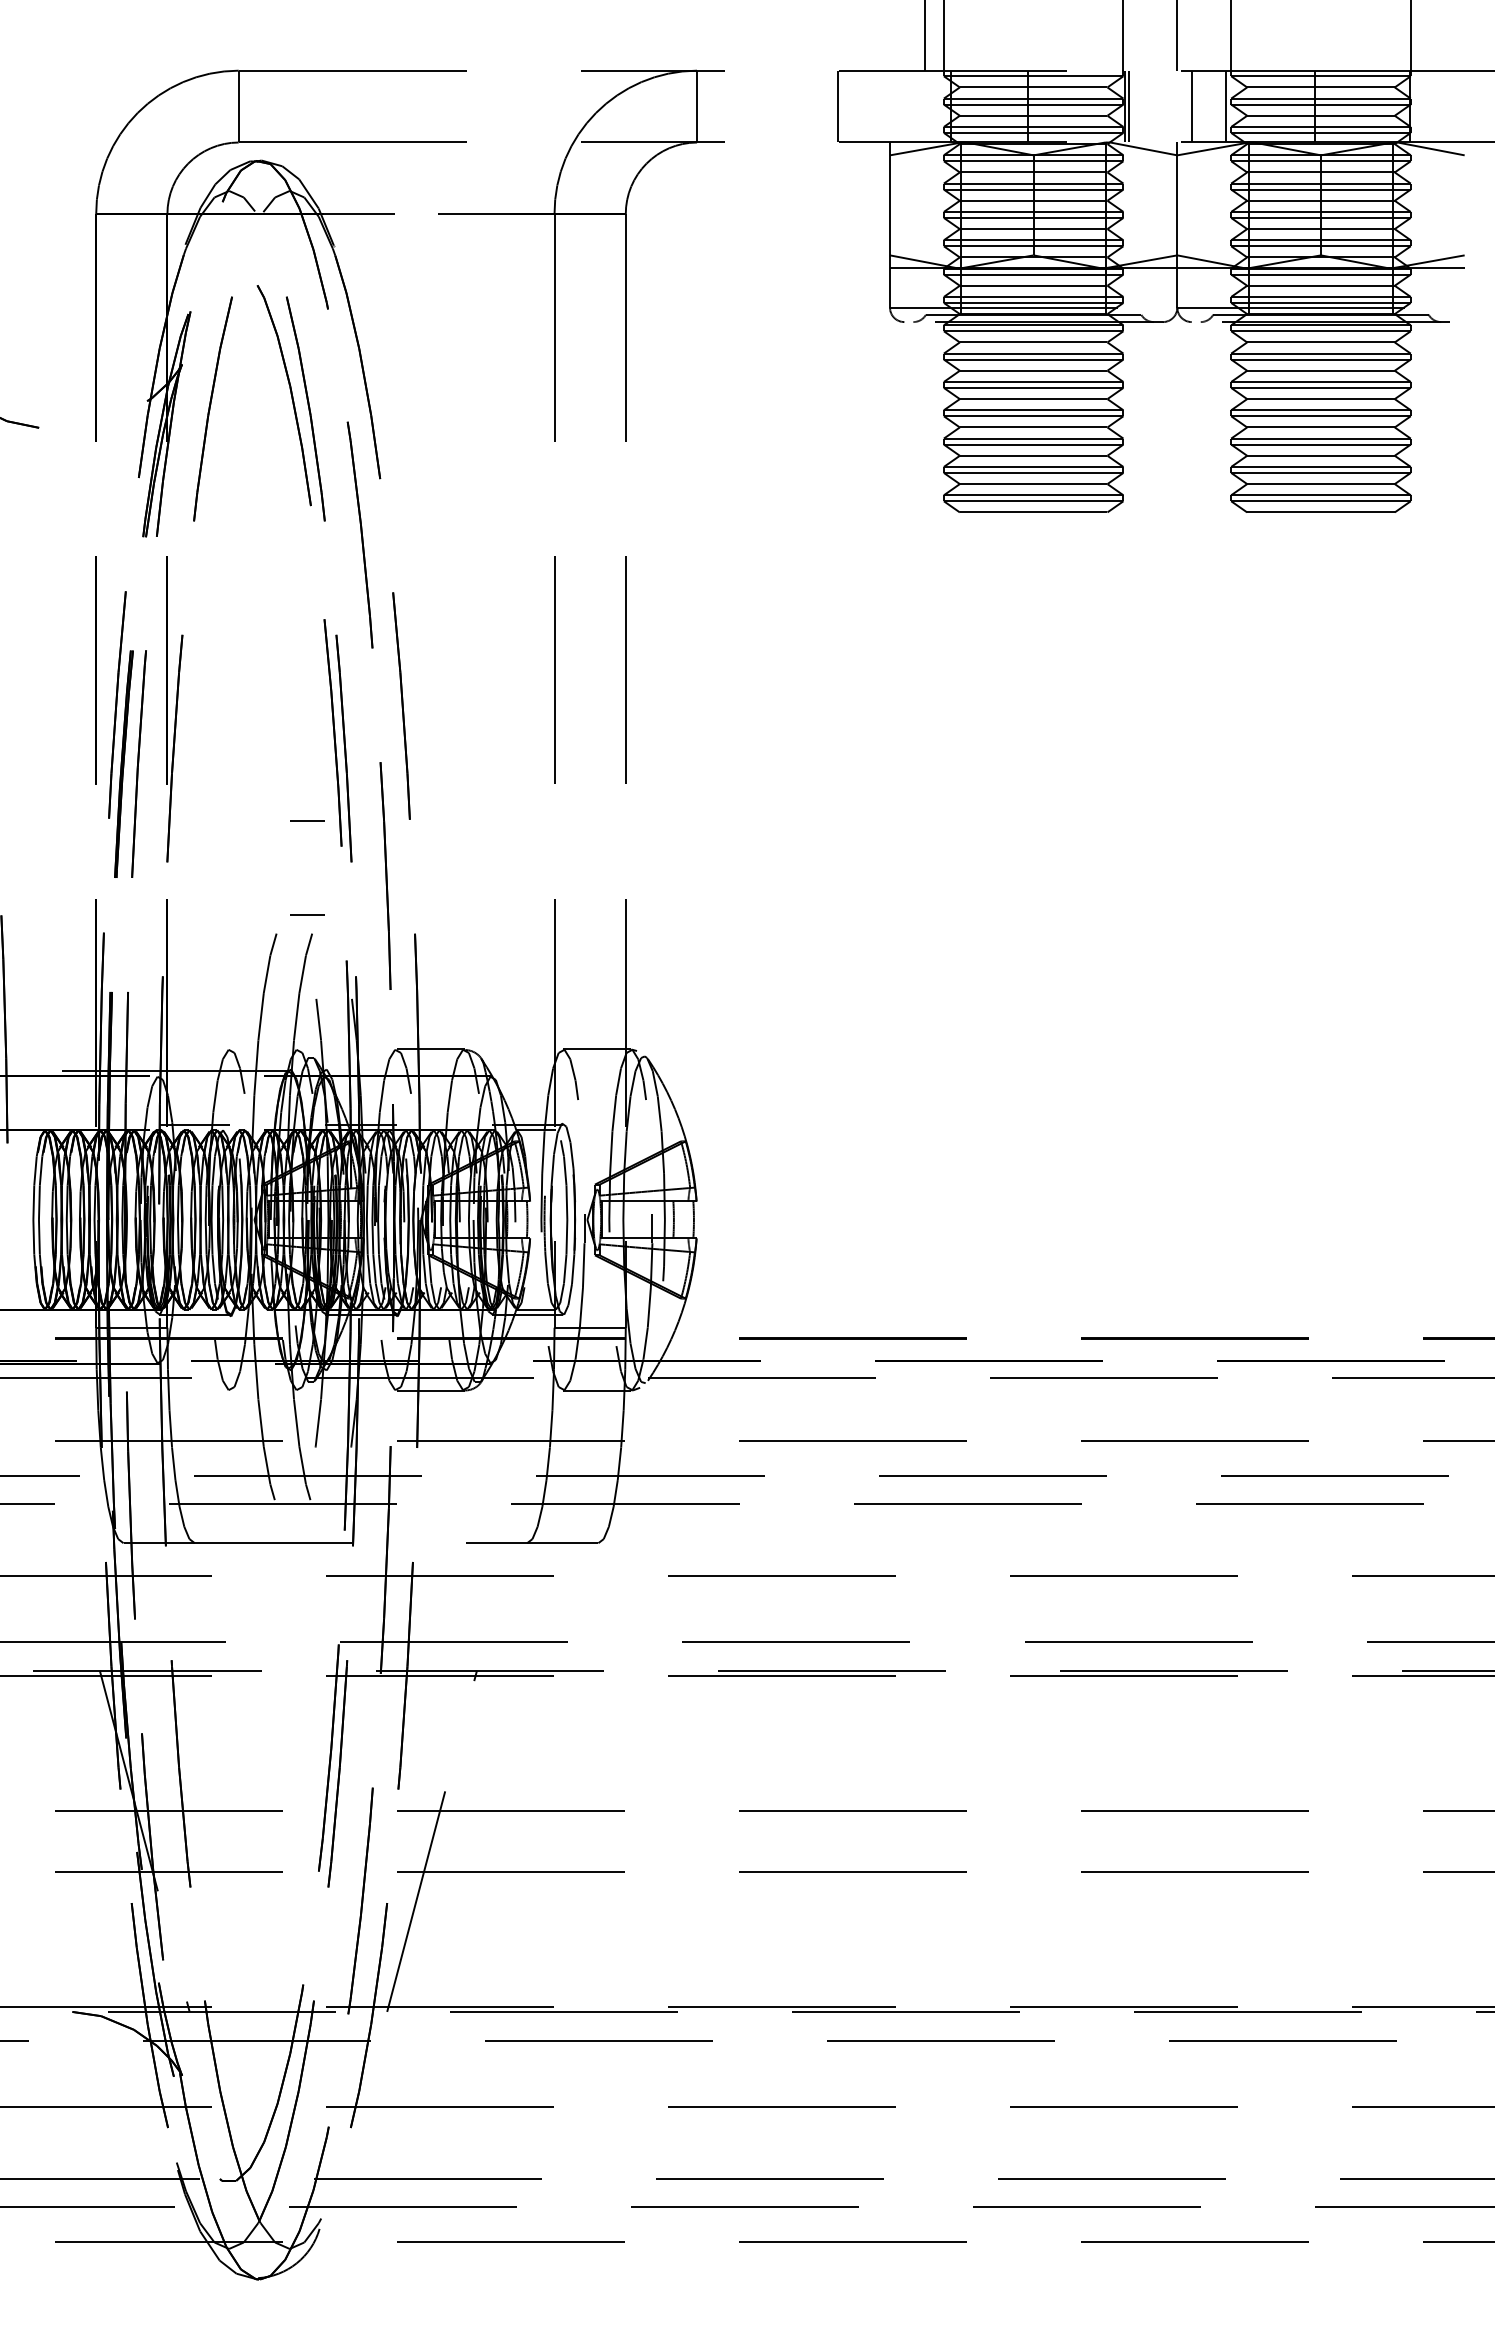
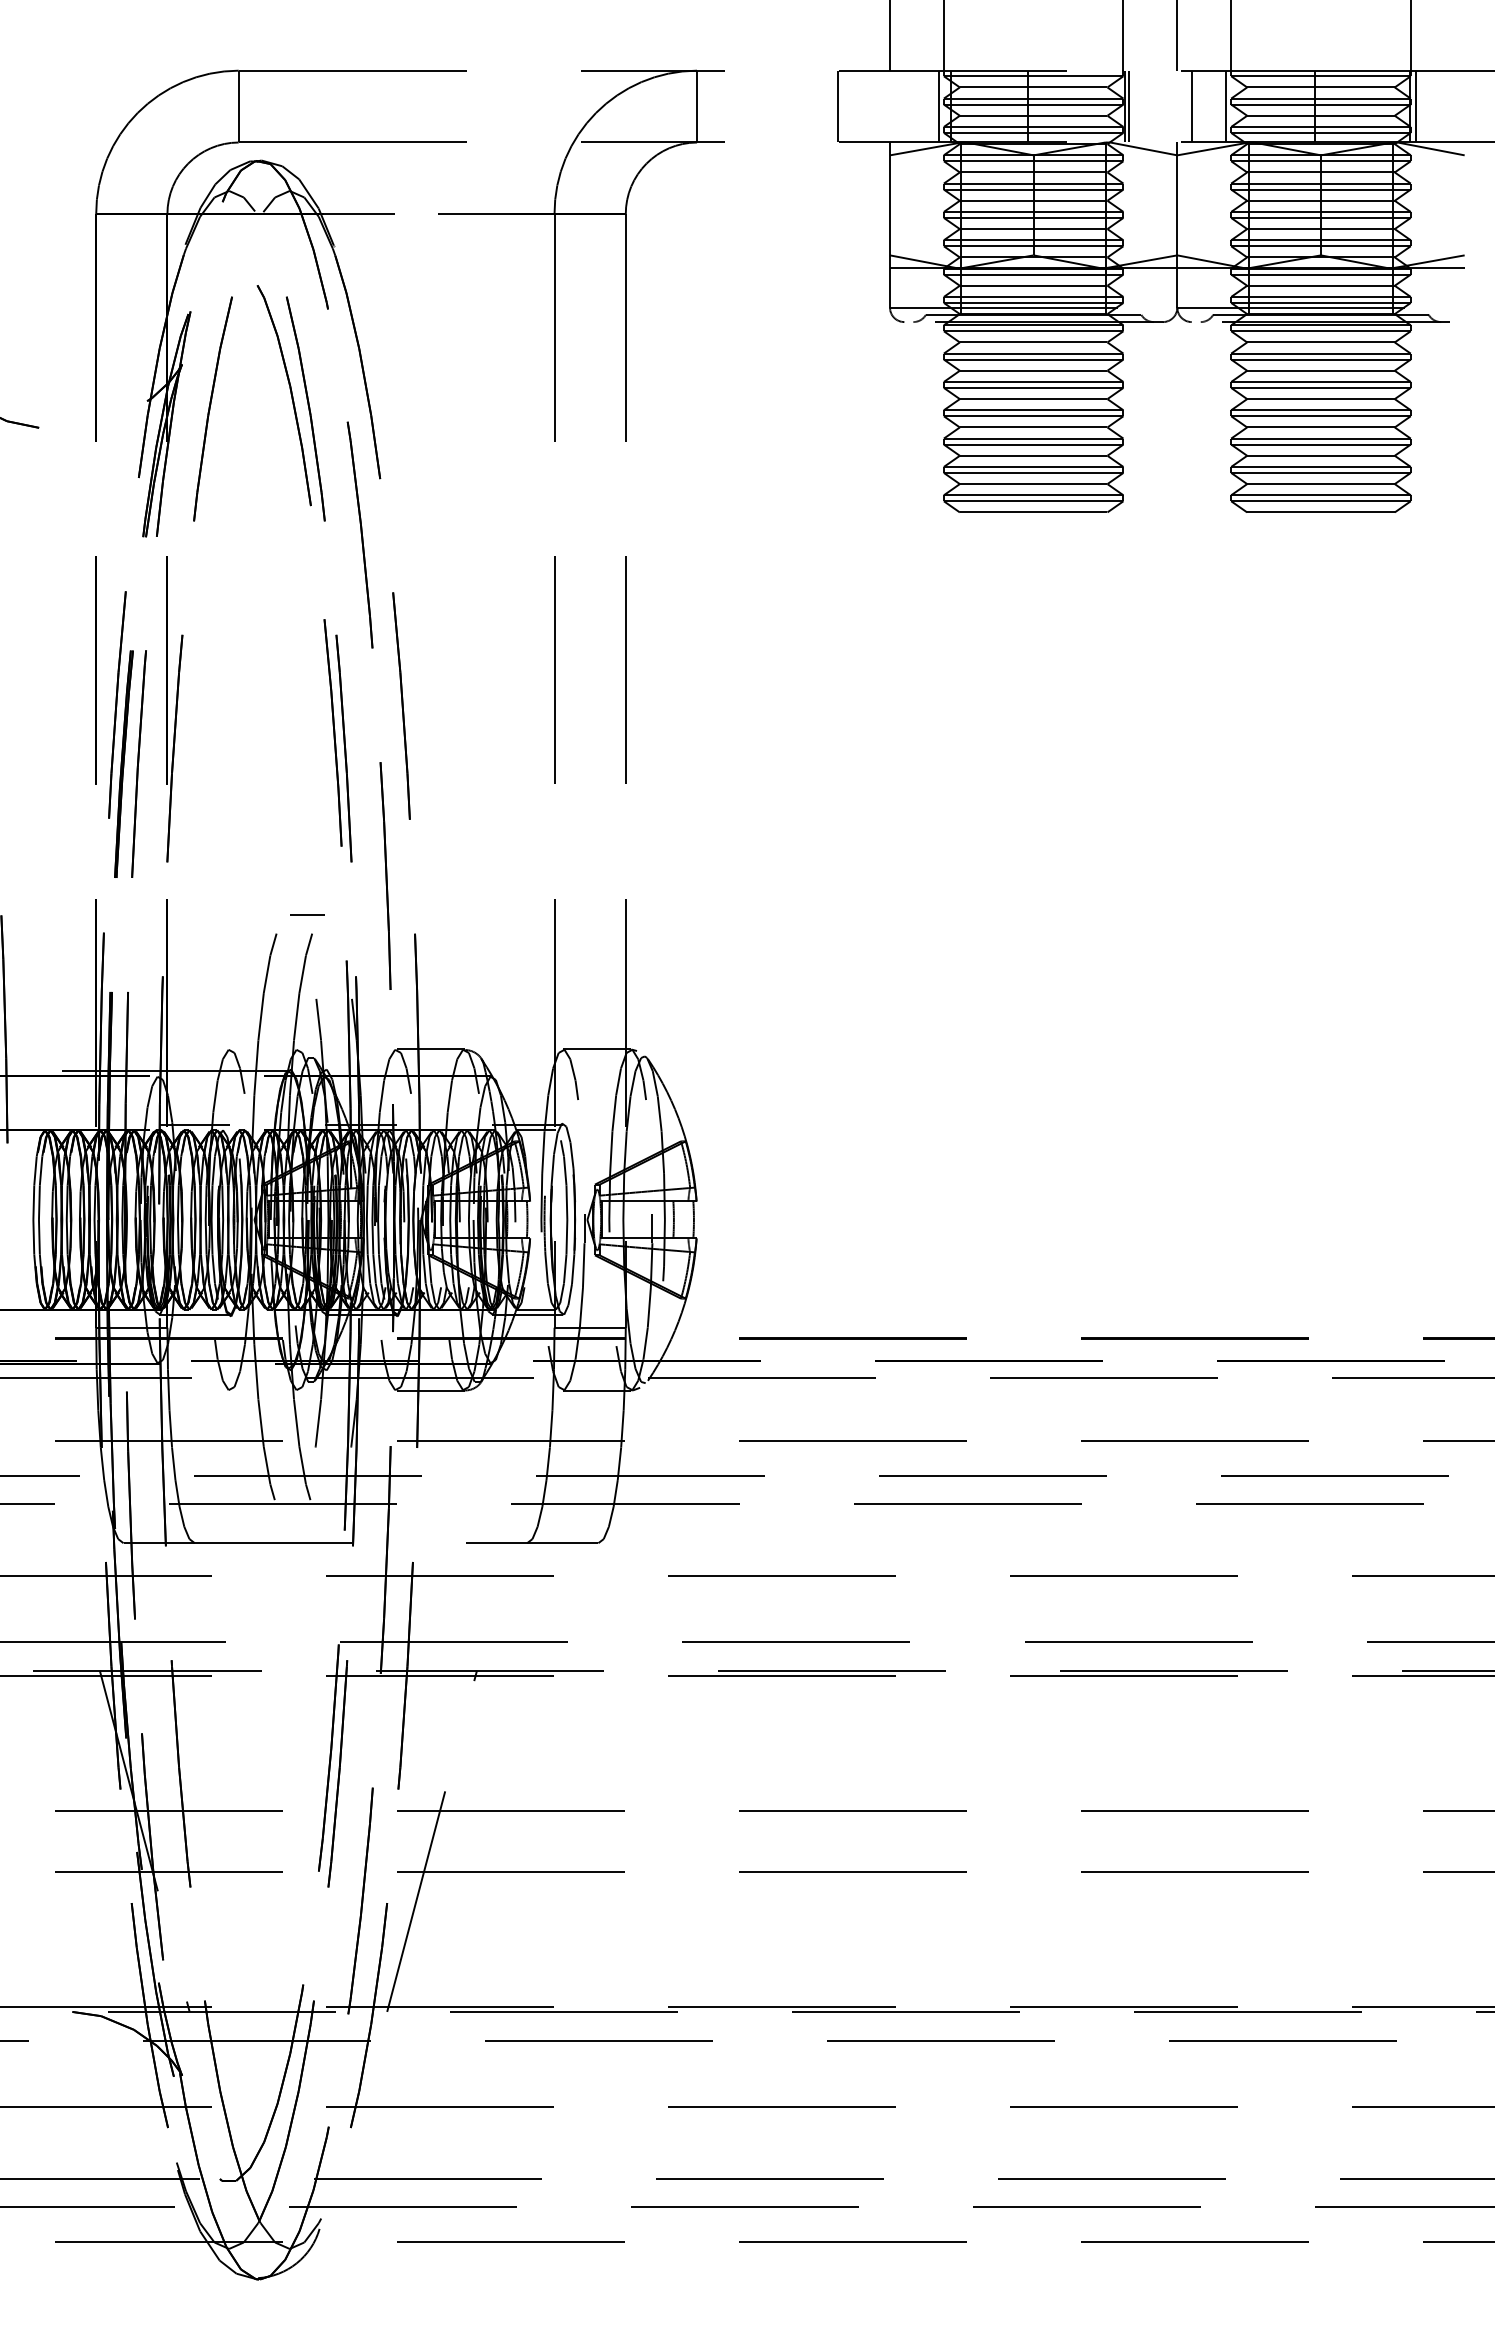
line at (925, 36) position: (925, 36) -> (890, 36)
line at (938, 106): none -> present
line at (1416, 106): none -> present
line at (307, 820): present -> none
